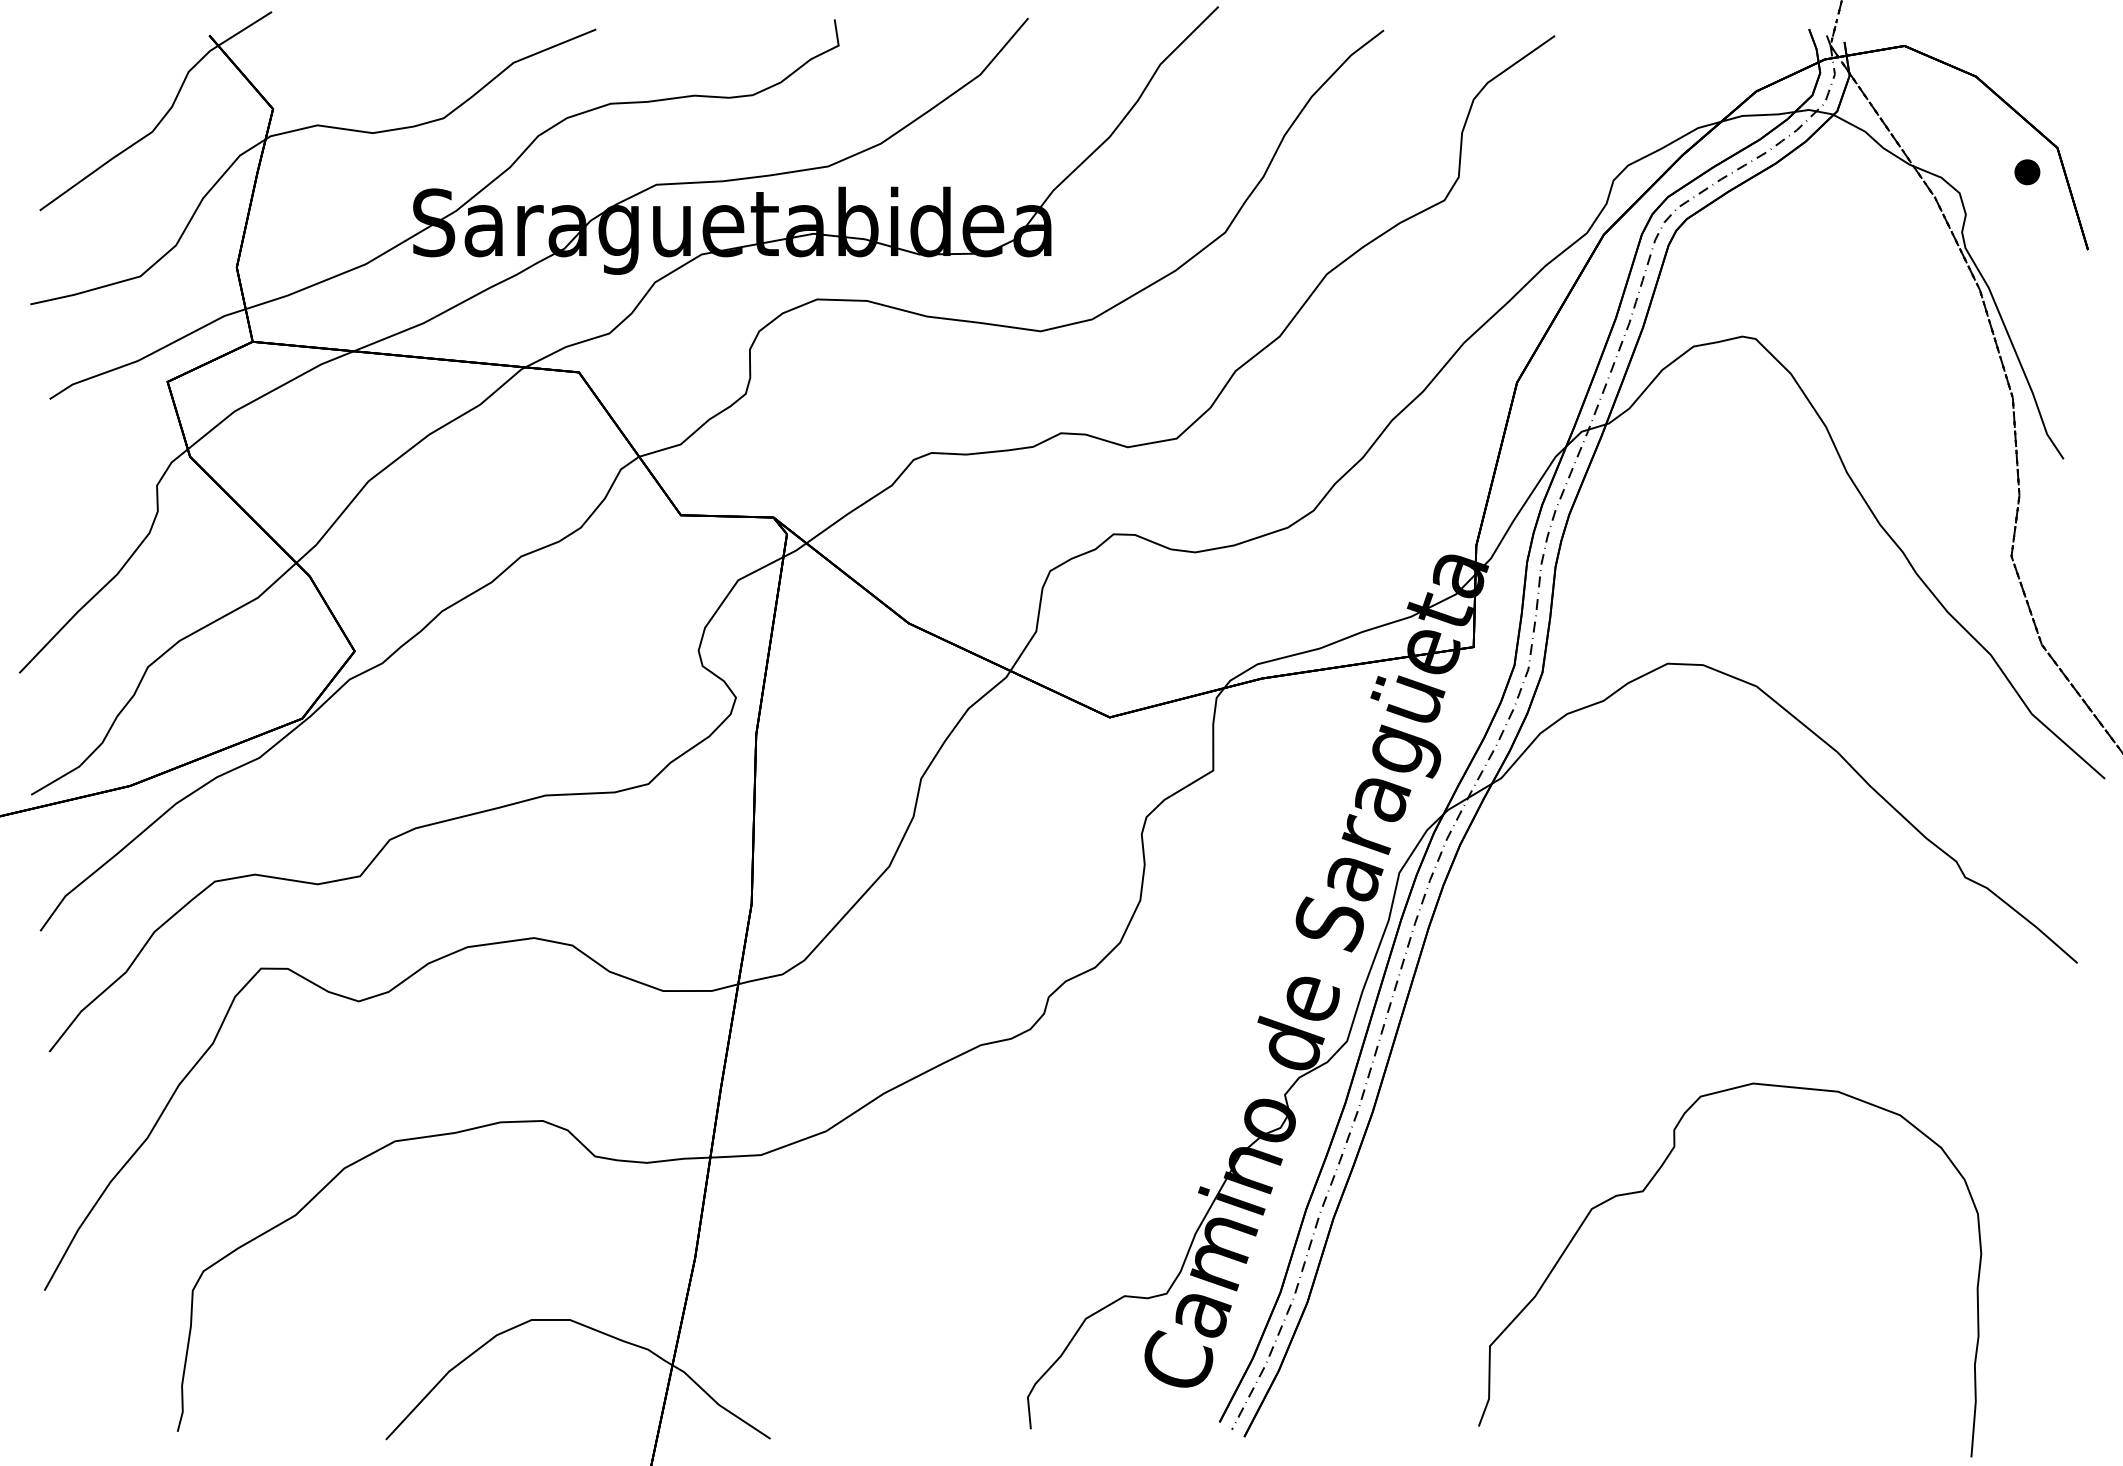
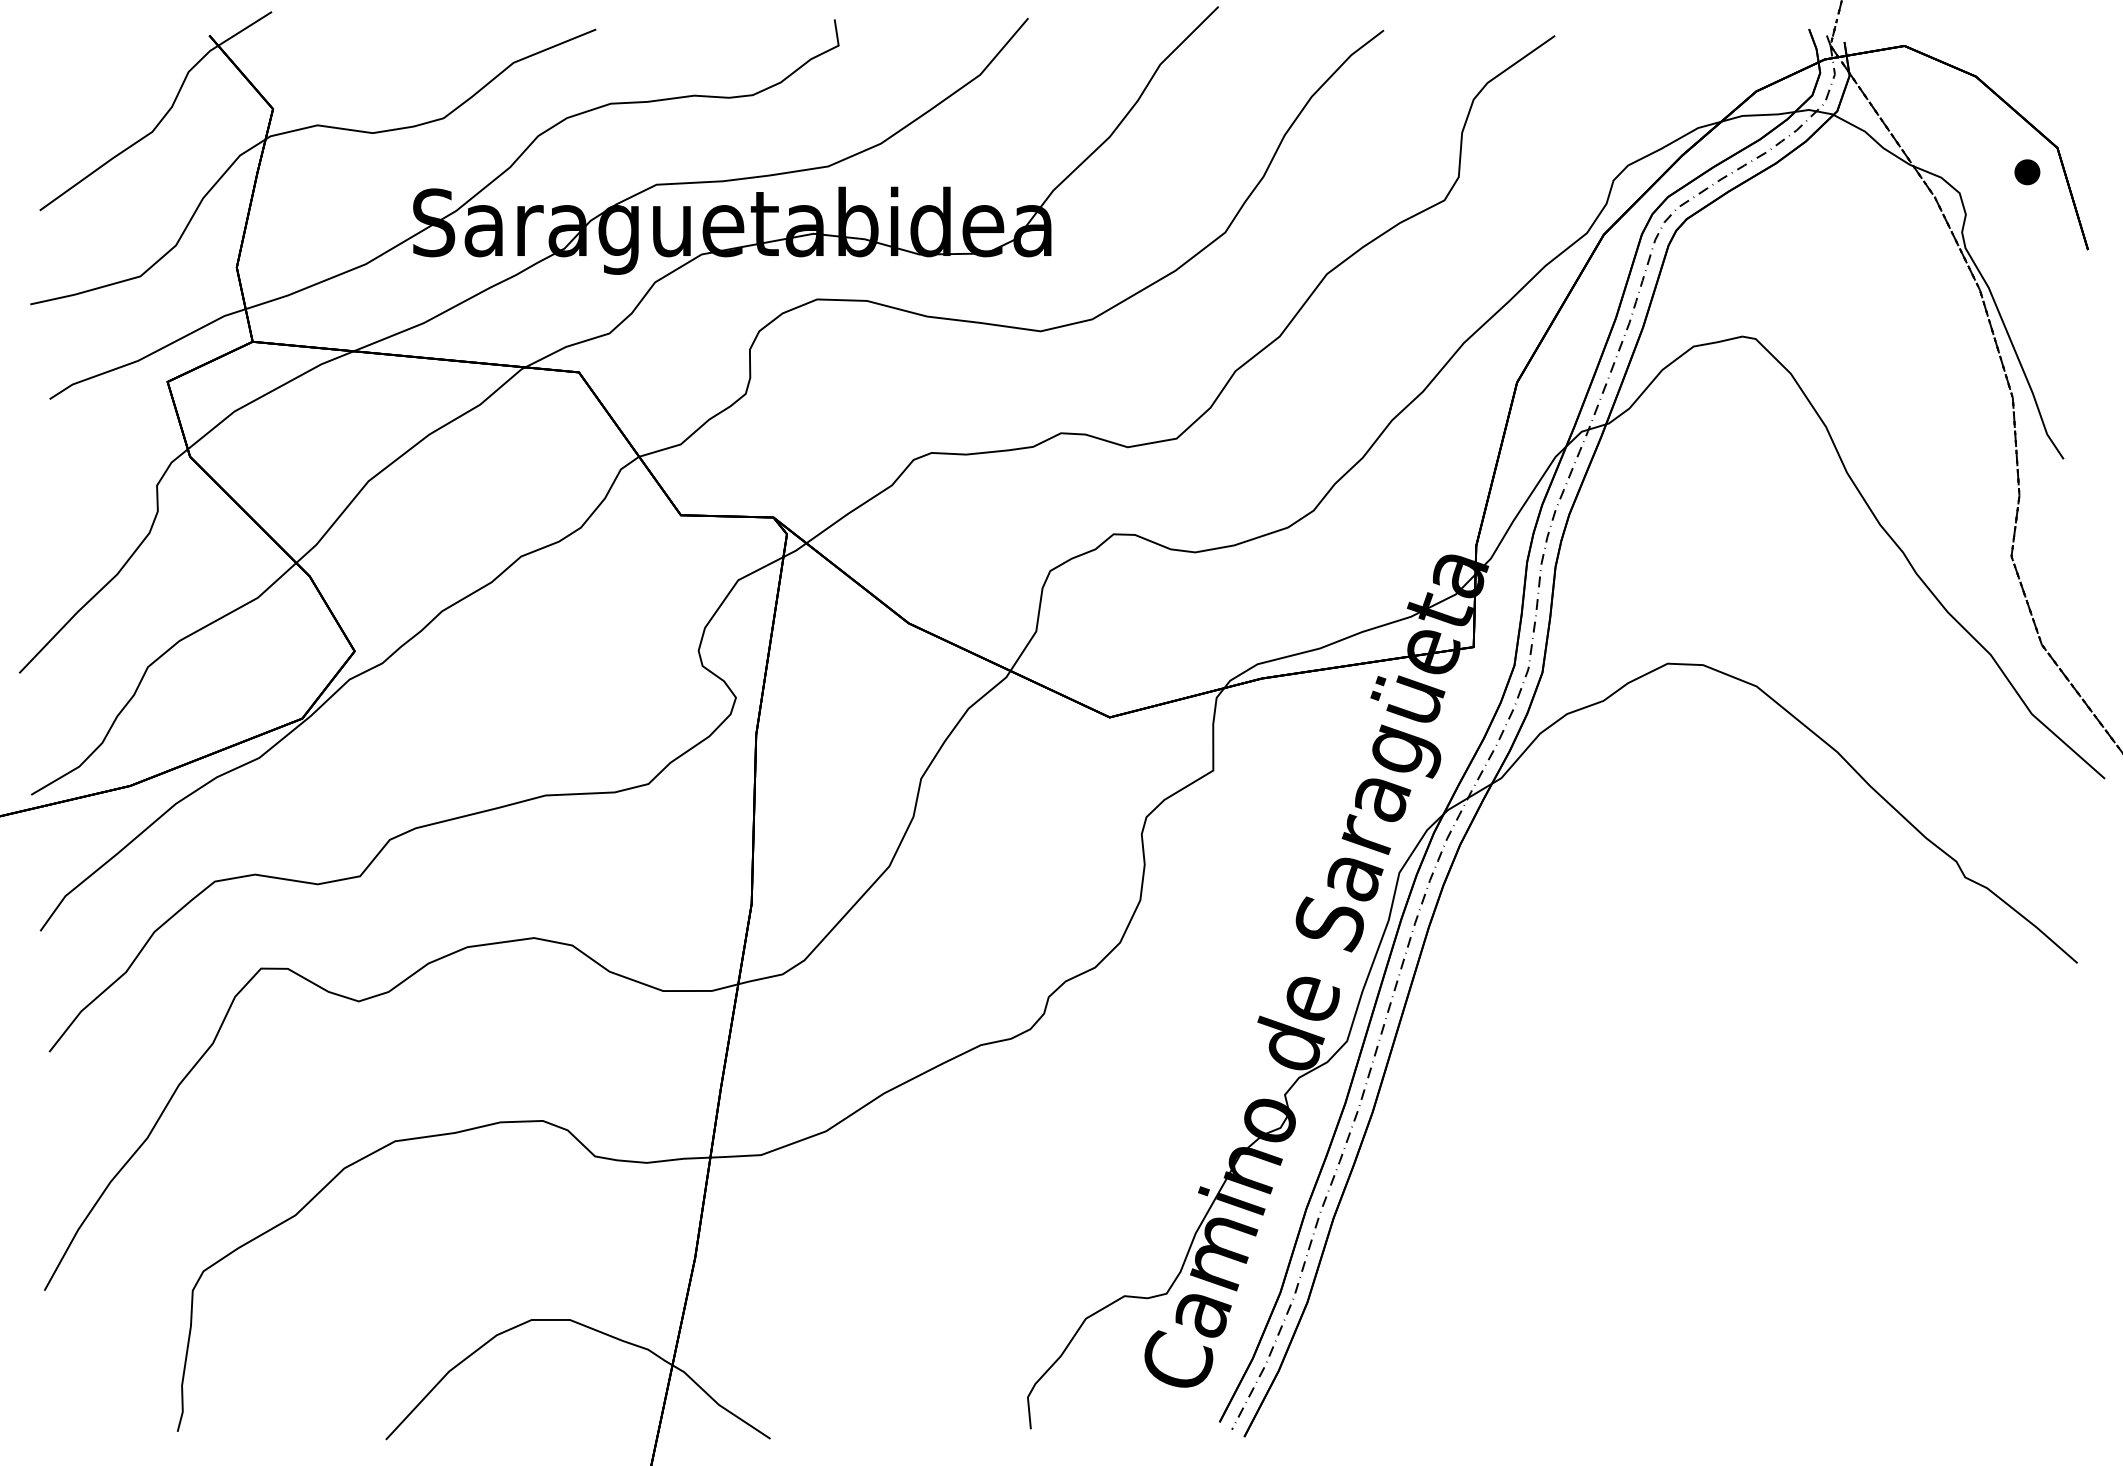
curve at (1643, 1192): present -> none
